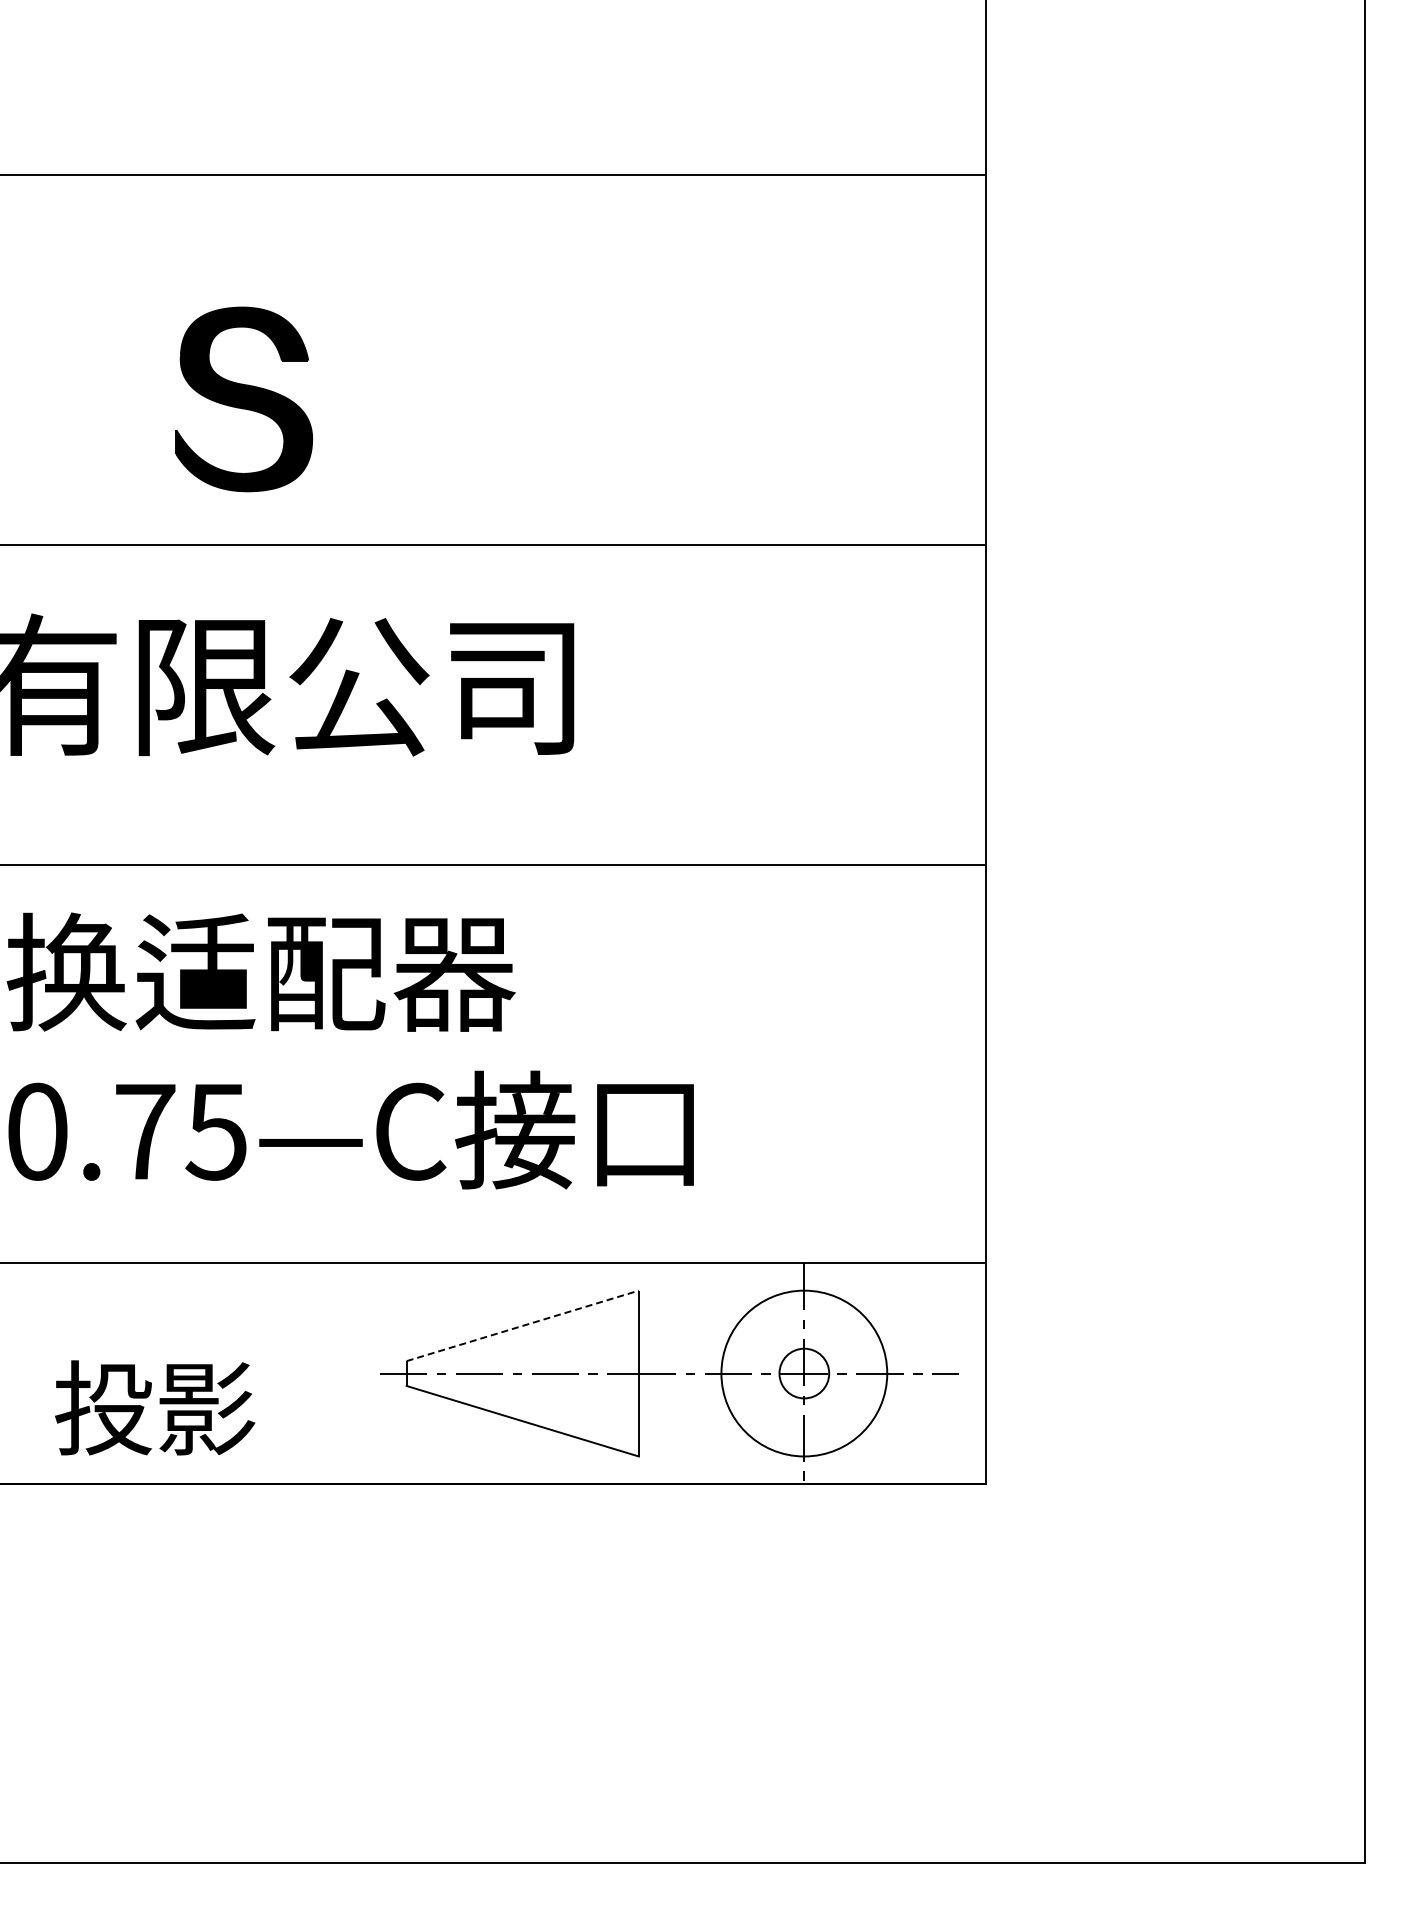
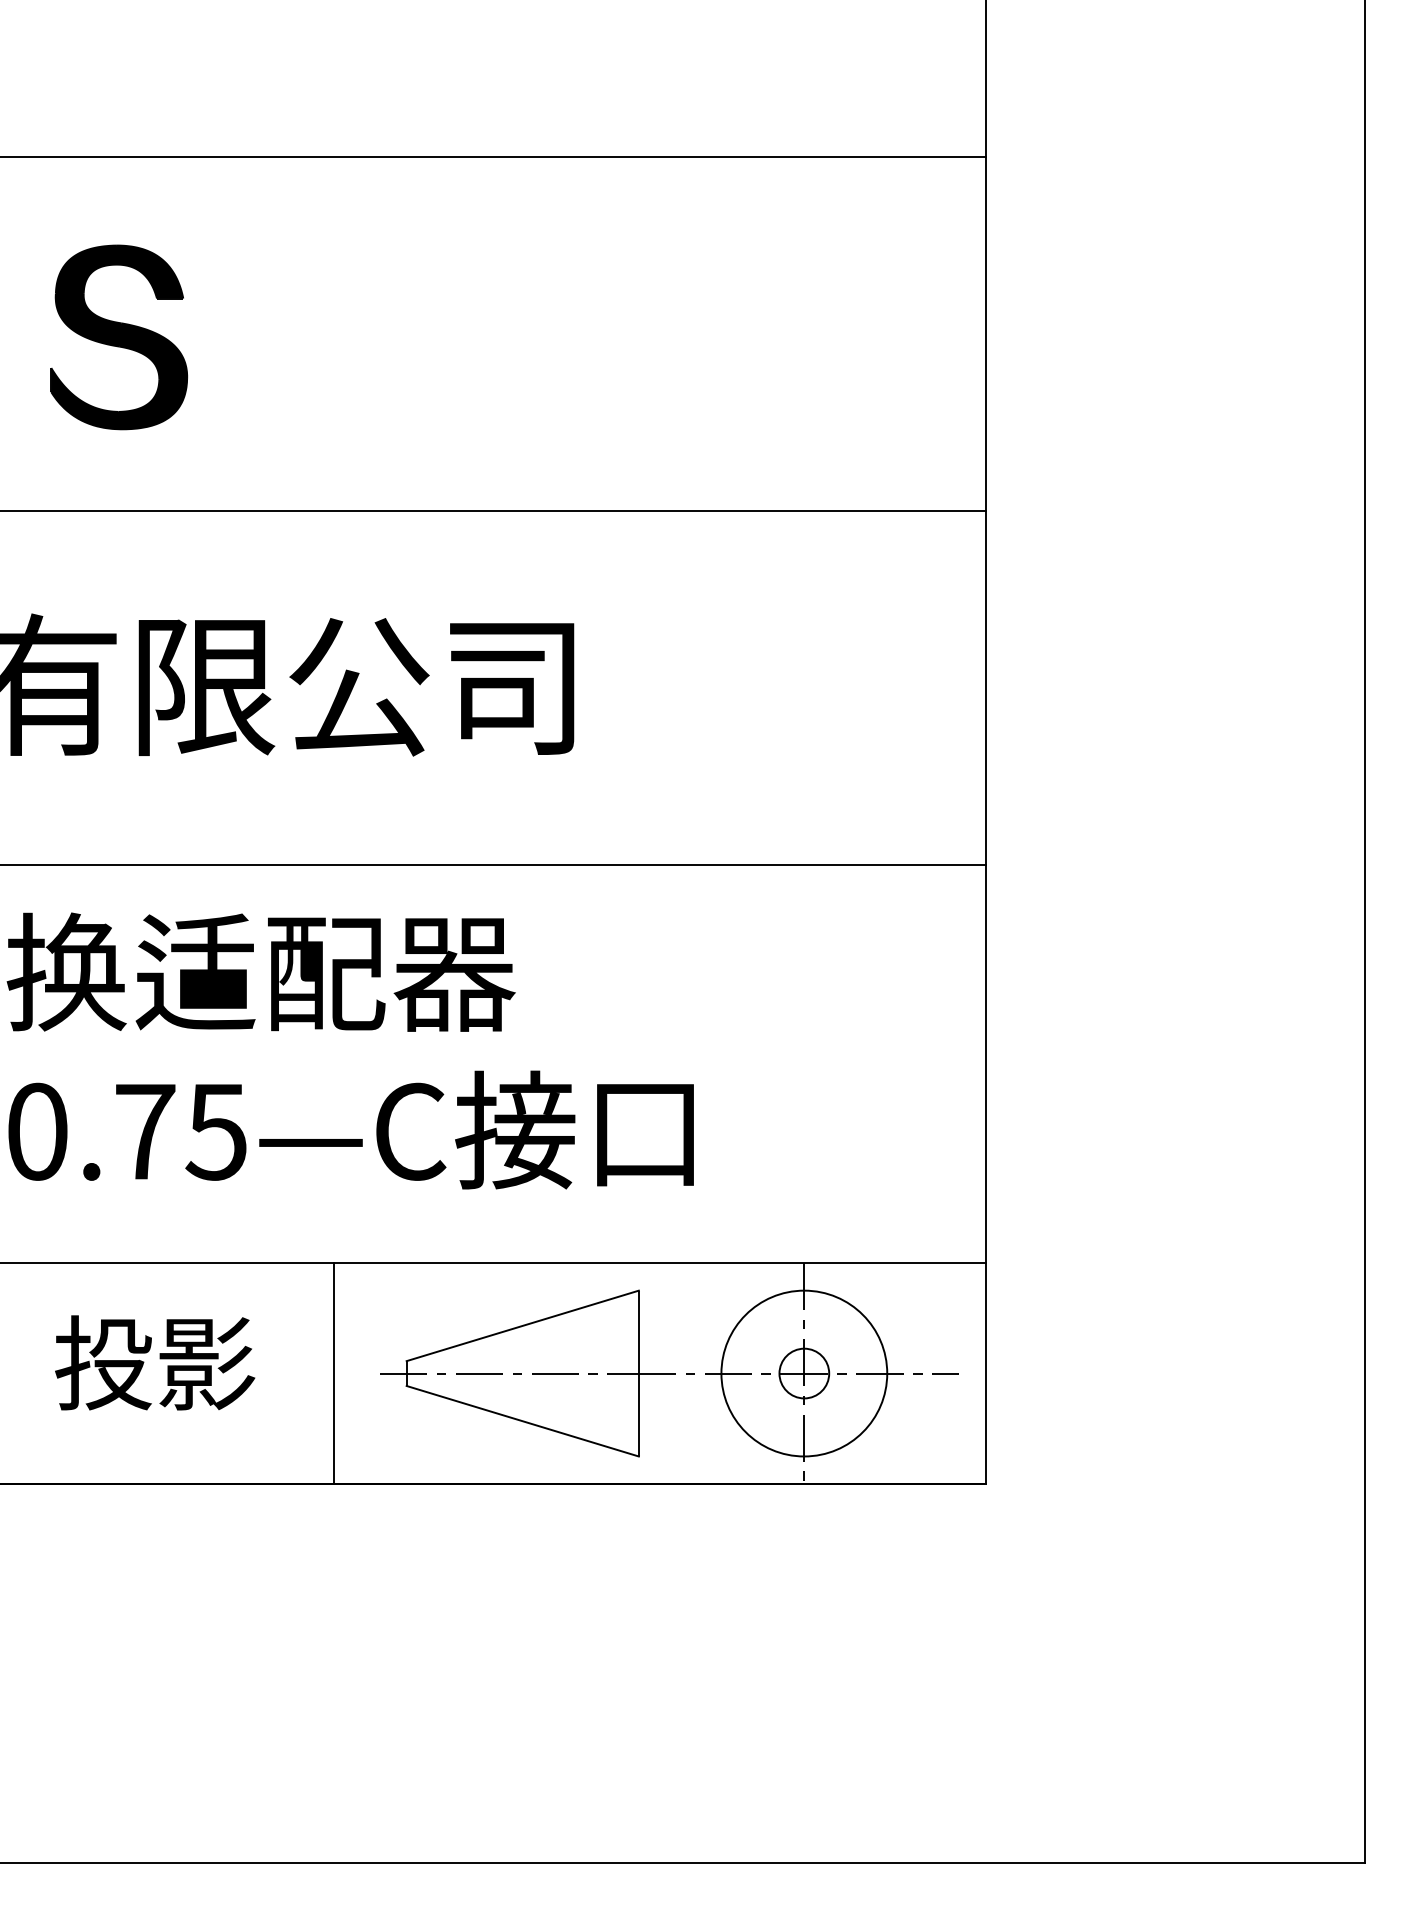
line at (493, 175) position: (493, 175) -> (493, 157)
part at (243, 399) position: (243, 399) -> (118, 337)
line at (493, 545) position: (493, 545) -> (493, 511)
line at (523, 1325): dashed -> solid
line at (334, 1373): none -> present
text at (155, 1407) position: (155, 1407) -> (155, 1362)
